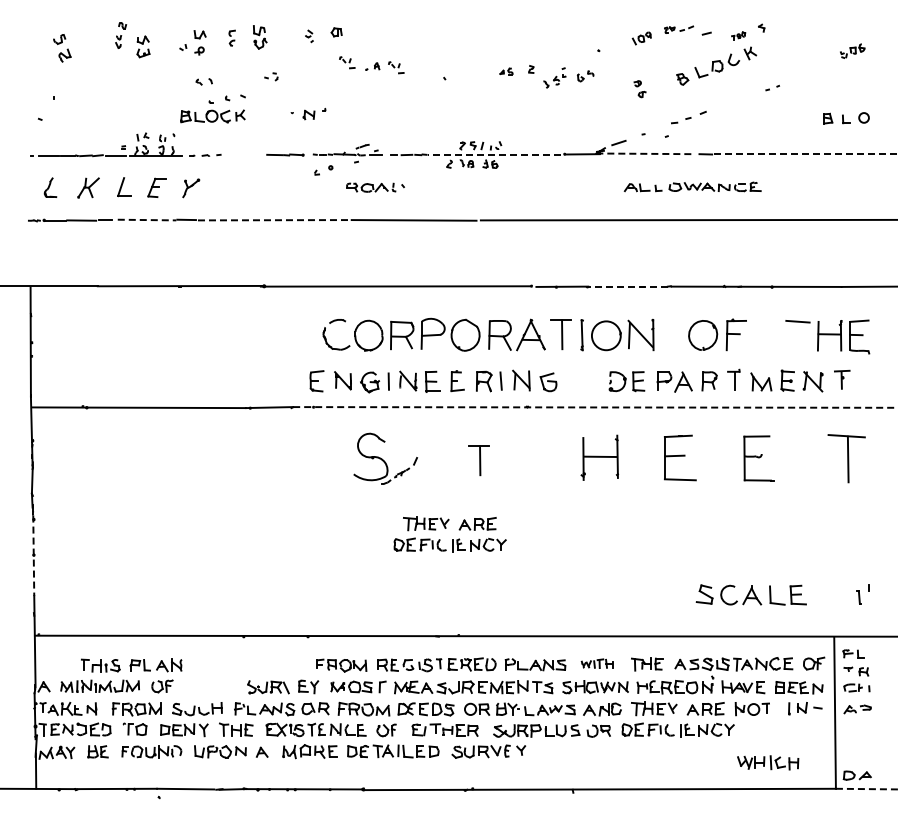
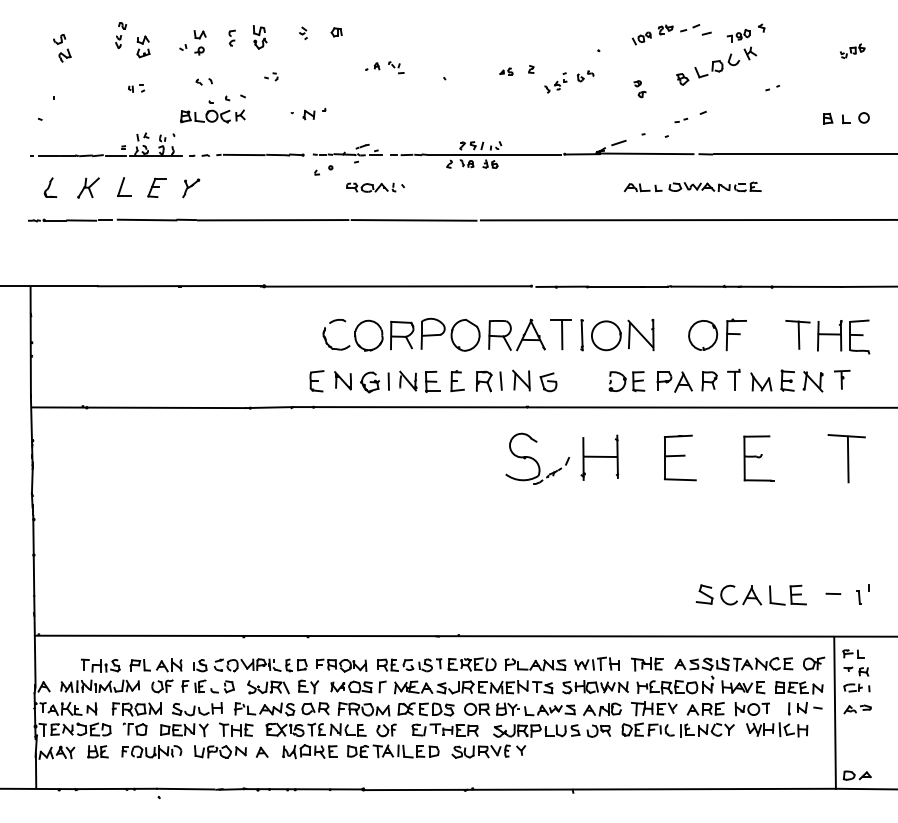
part at (679, 29) size: 31x9 px -> 44x12 px
part at (738, 35) size: 16x10 px -> 25x14 px
part at (309, 36) position: (309, 36) -> (303, 33)
part at (347, 62): present -> none
part at (554, 77) position: (554, 77) -> (555, 82)
part at (136, 88): none -> present
part at (681, 120) size: 21x8 px -> 15x7 px
line at (644, 153): dashed -> solid
line at (243, 154): none -> present
line at (494, 154): dashed -> solid
line at (805, 154): dashed -> solid
line at (147, 220): dashed -> solid
line at (273, 220): dashed -> solid
line at (627, 286): dashed -> solid
line at (798, 334): none -> present
line at (596, 407): dashed -> solid
part at (385, 458) position: (385, 458) -> (537, 458)
part at (478, 460): present -> none
part at (449, 534): present -> none
line at (33, 556): dashed -> solid
line at (833, 593): none -> present
part at (596, 663) size: 34x11 px -> 46x15 px
part at (246, 669): none -> present
part at (768, 762) position: (768, 762) -> (777, 729)
line at (866, 789): dashed -> solid
